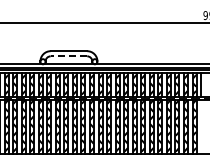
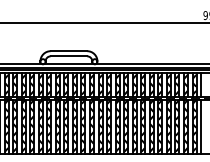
line at (68, 56): dashed -> solid
line at (201, 126): none -> present
